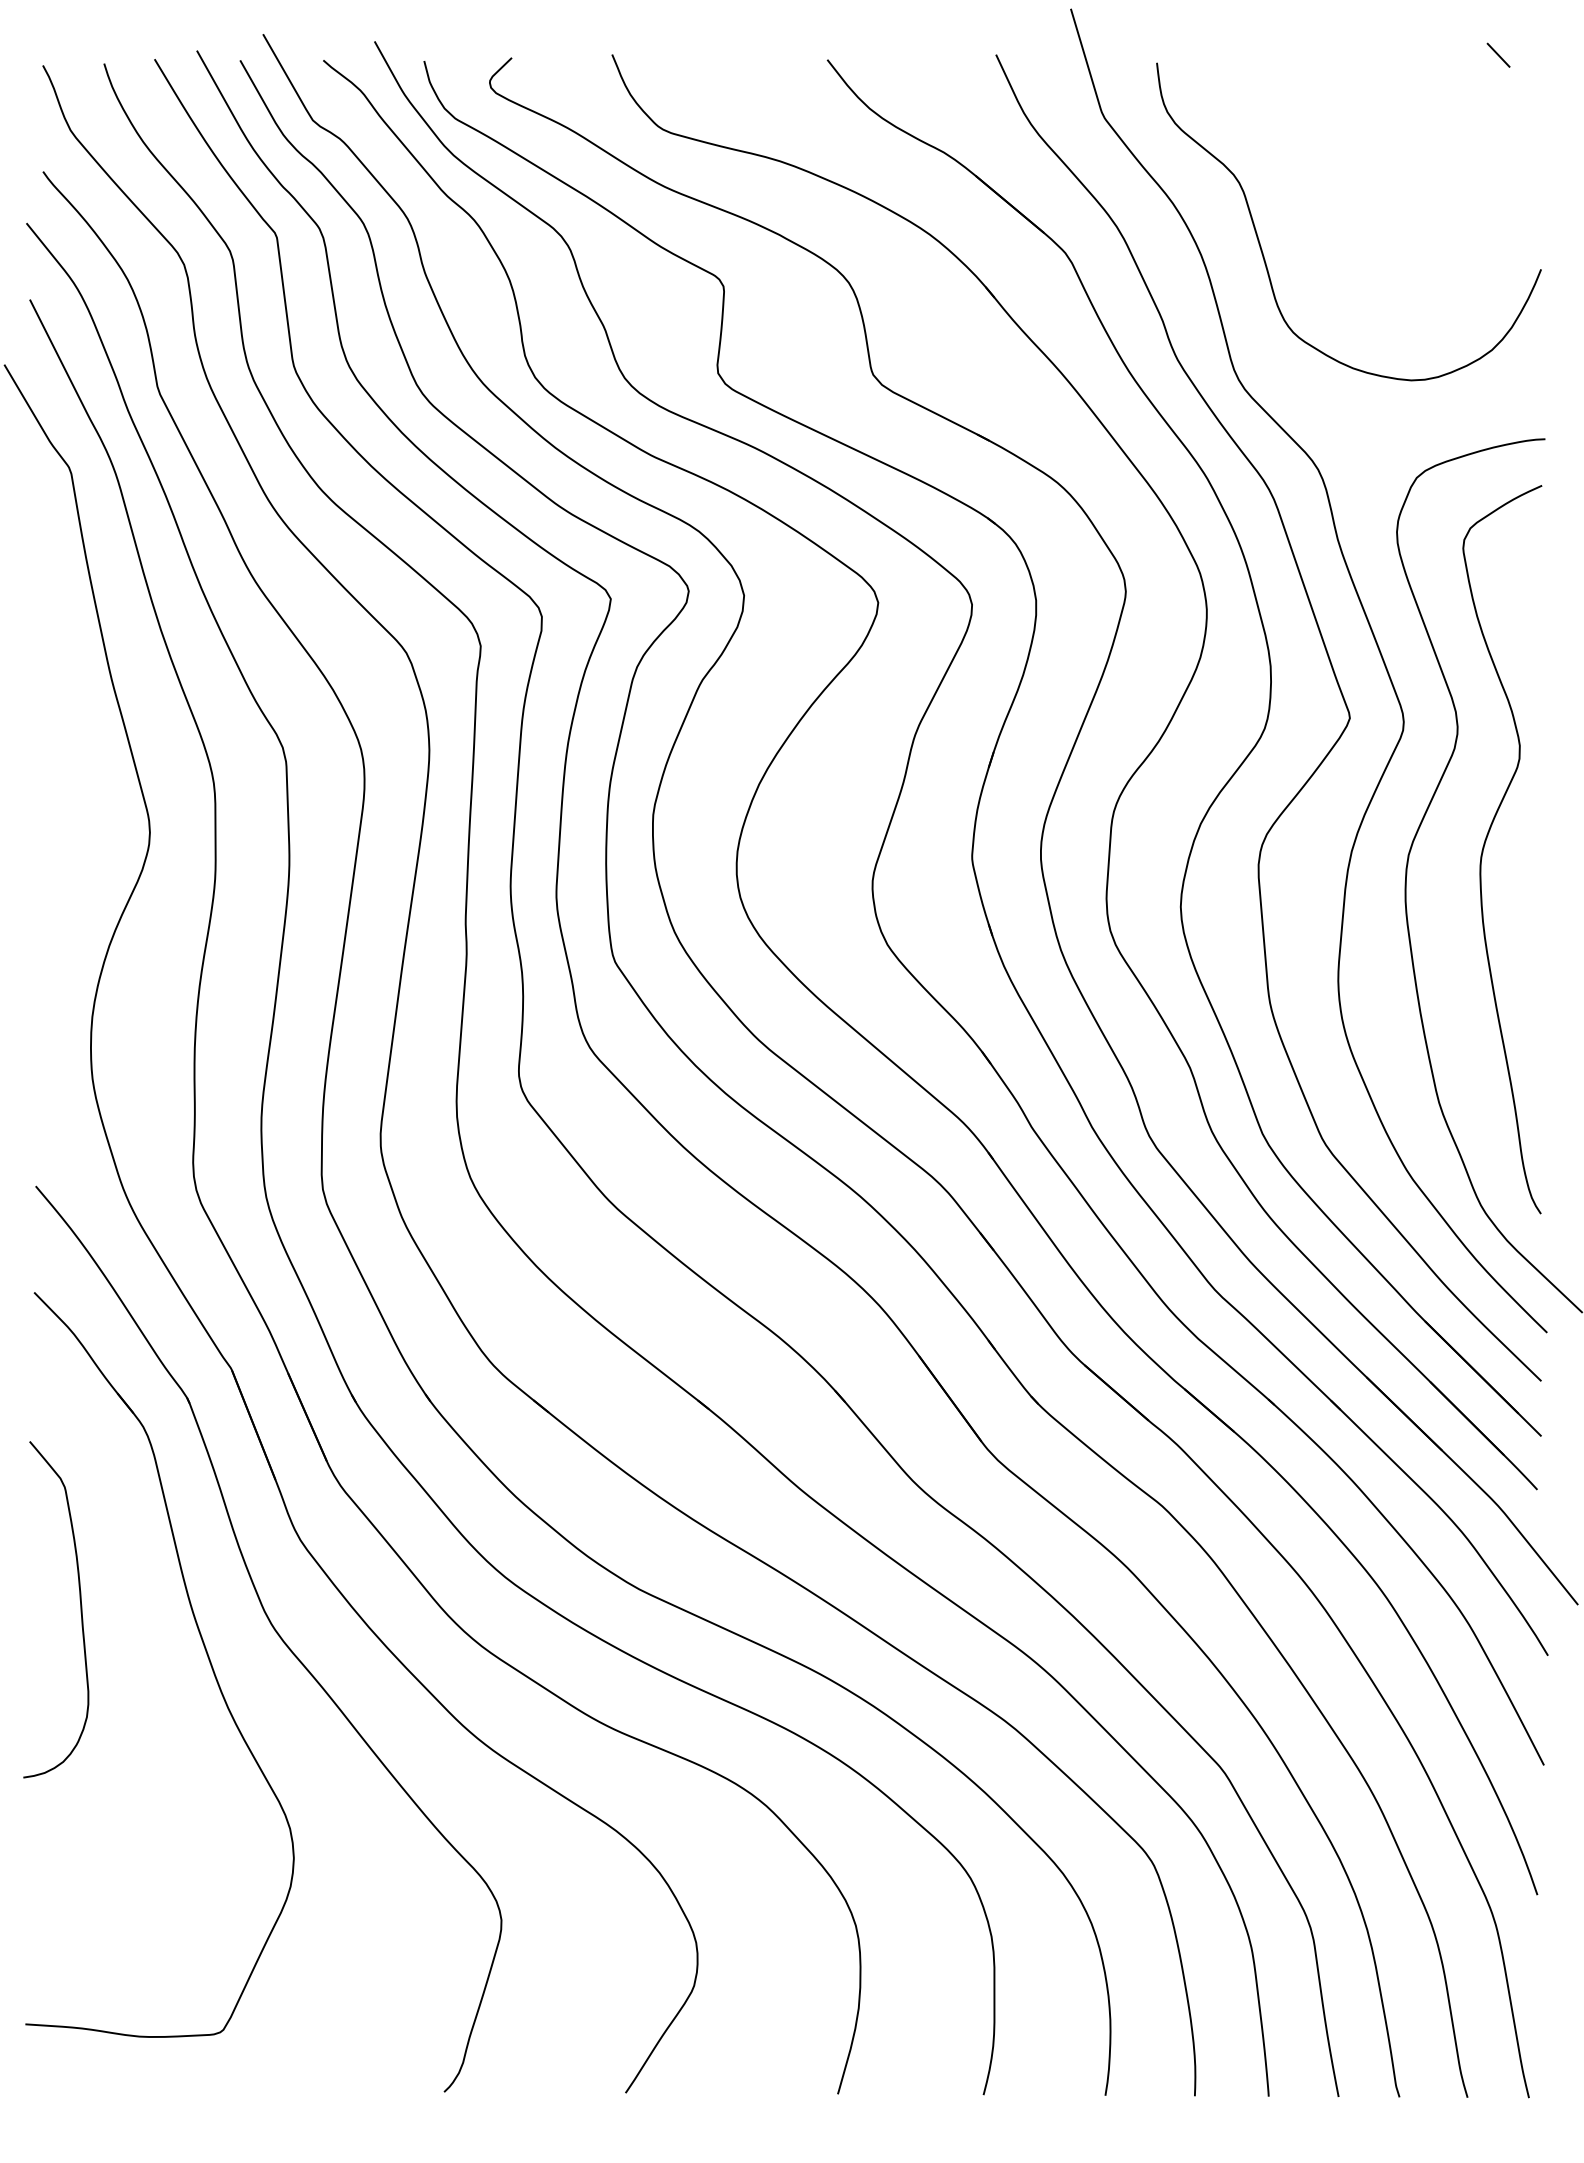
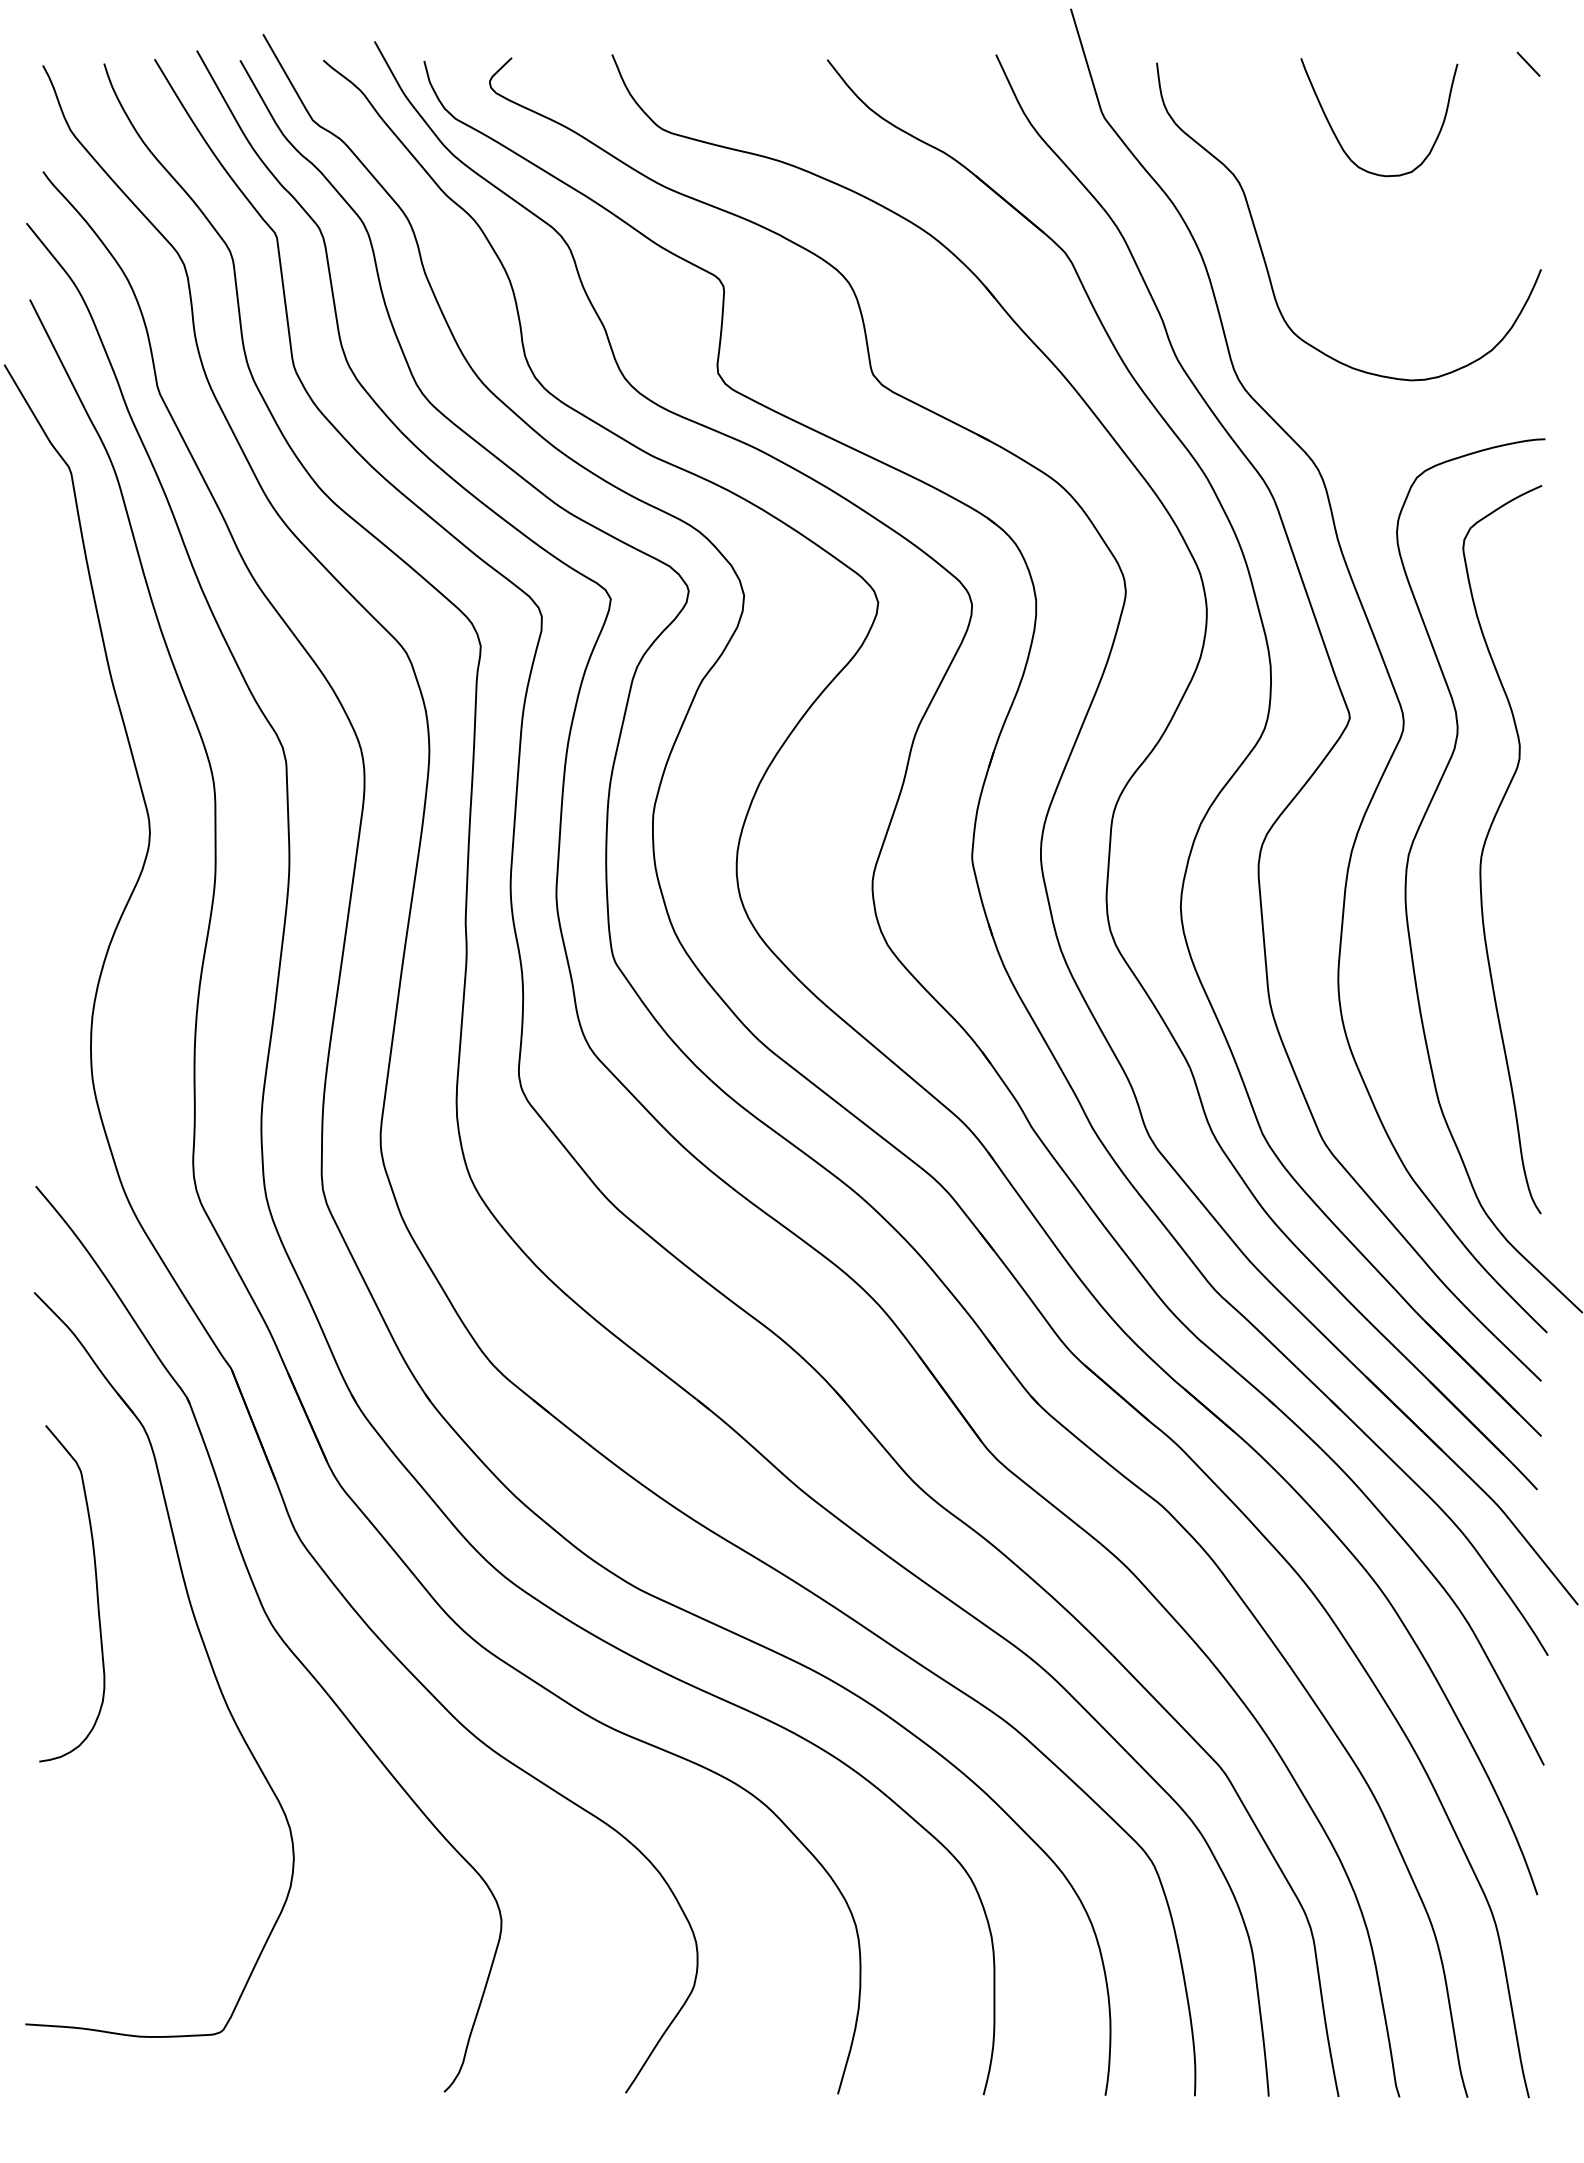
line at (1498, 54) position: (1498, 54) -> (1528, 63)
curve at (1340, 142): none -> present
curve at (80, 1609) position: (80, 1609) -> (96, 1593)
